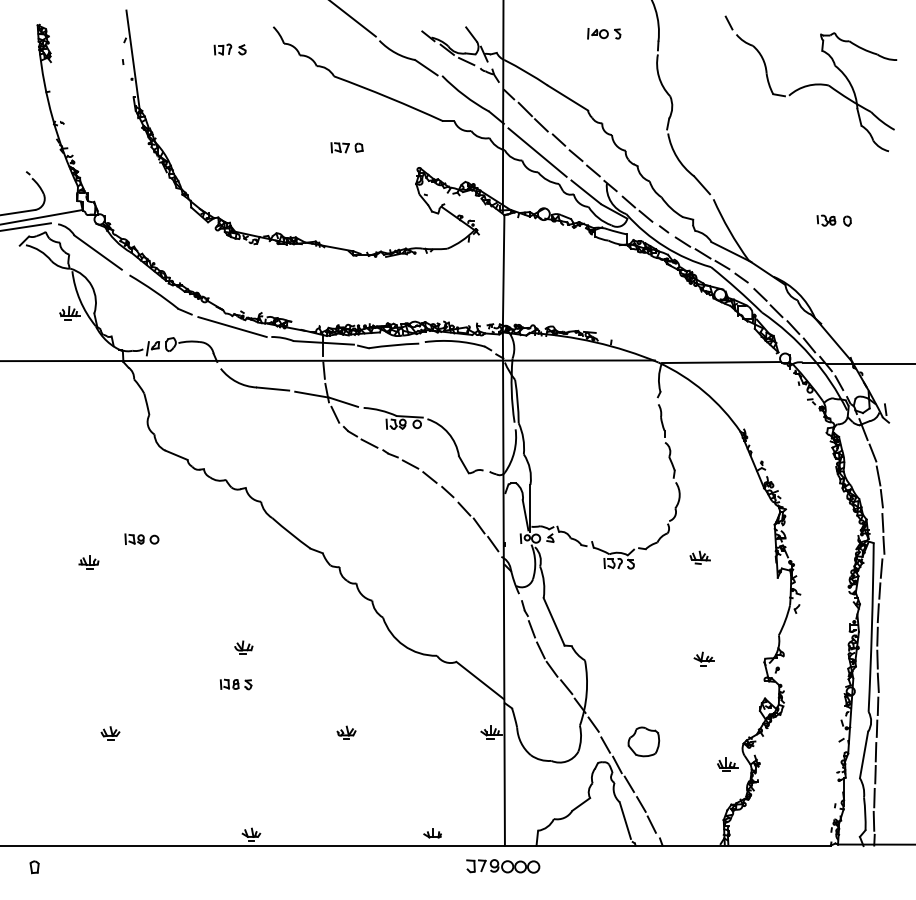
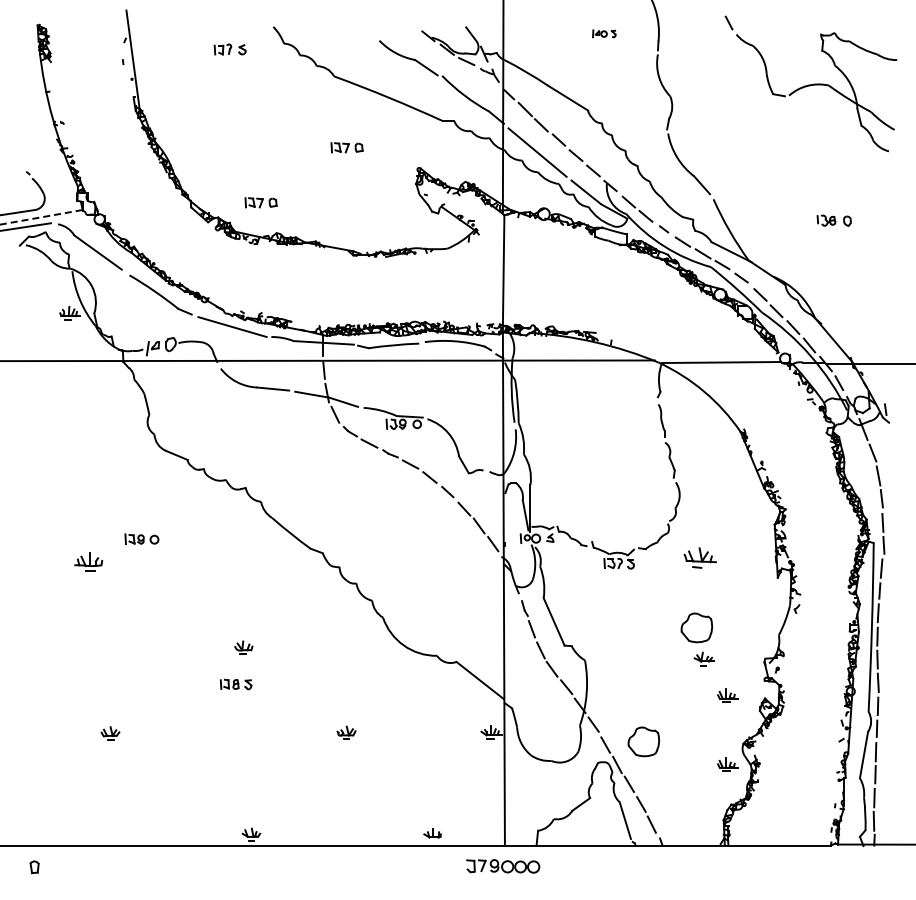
line at (353, 19): present -> none
part at (604, 33) size: 35x12 px -> 25x10 px
part at (260, 202): none -> present
line at (41, 217): solid -> dashed
part at (699, 557) size: 22x15 px -> 34x22 px
part at (88, 562) size: 22x15 px -> 30x20 px
part at (696, 627): none -> present
part at (727, 695): none -> present
